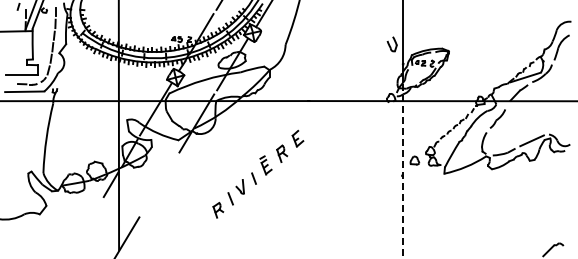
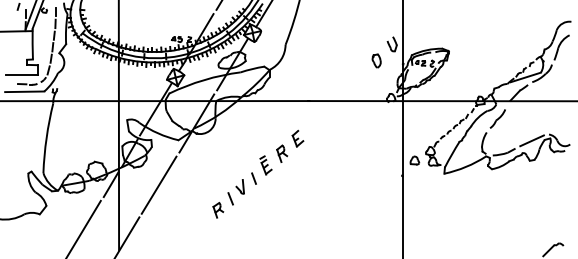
part at (376, 60): none -> present
line at (402, 171): dashed -> solid
line at (158, 184): none -> present
line at (84, 227): none -> present
